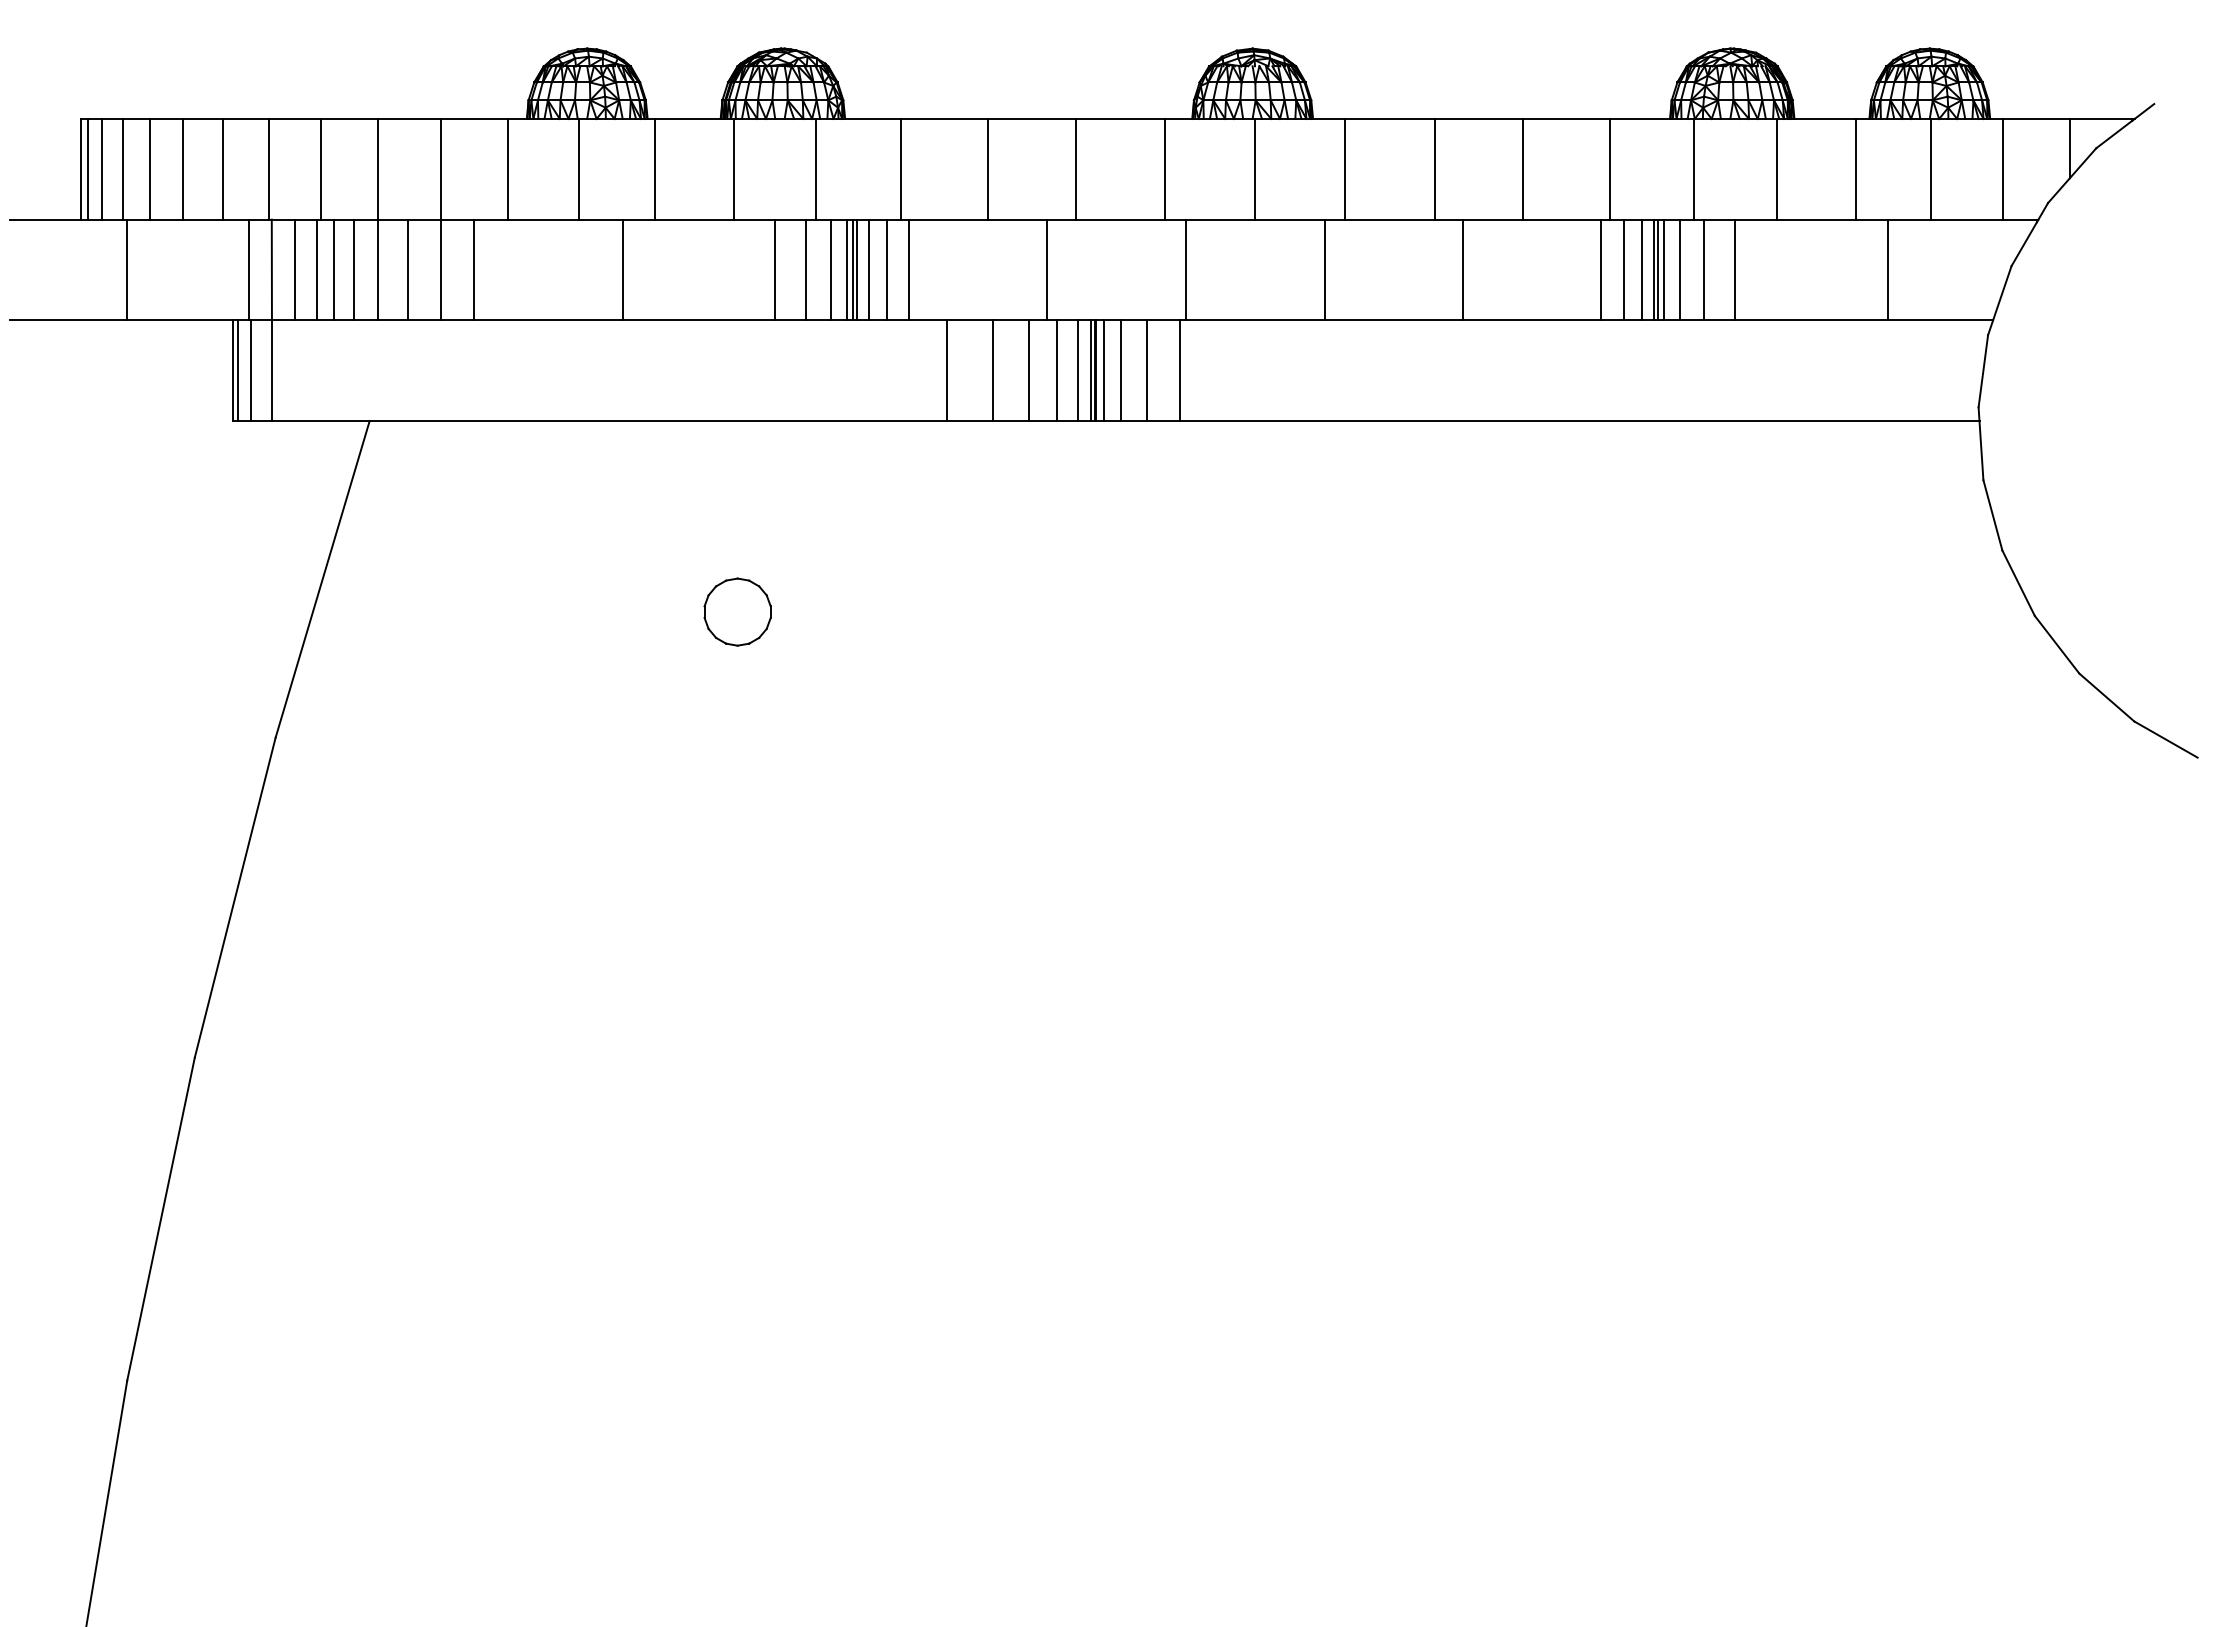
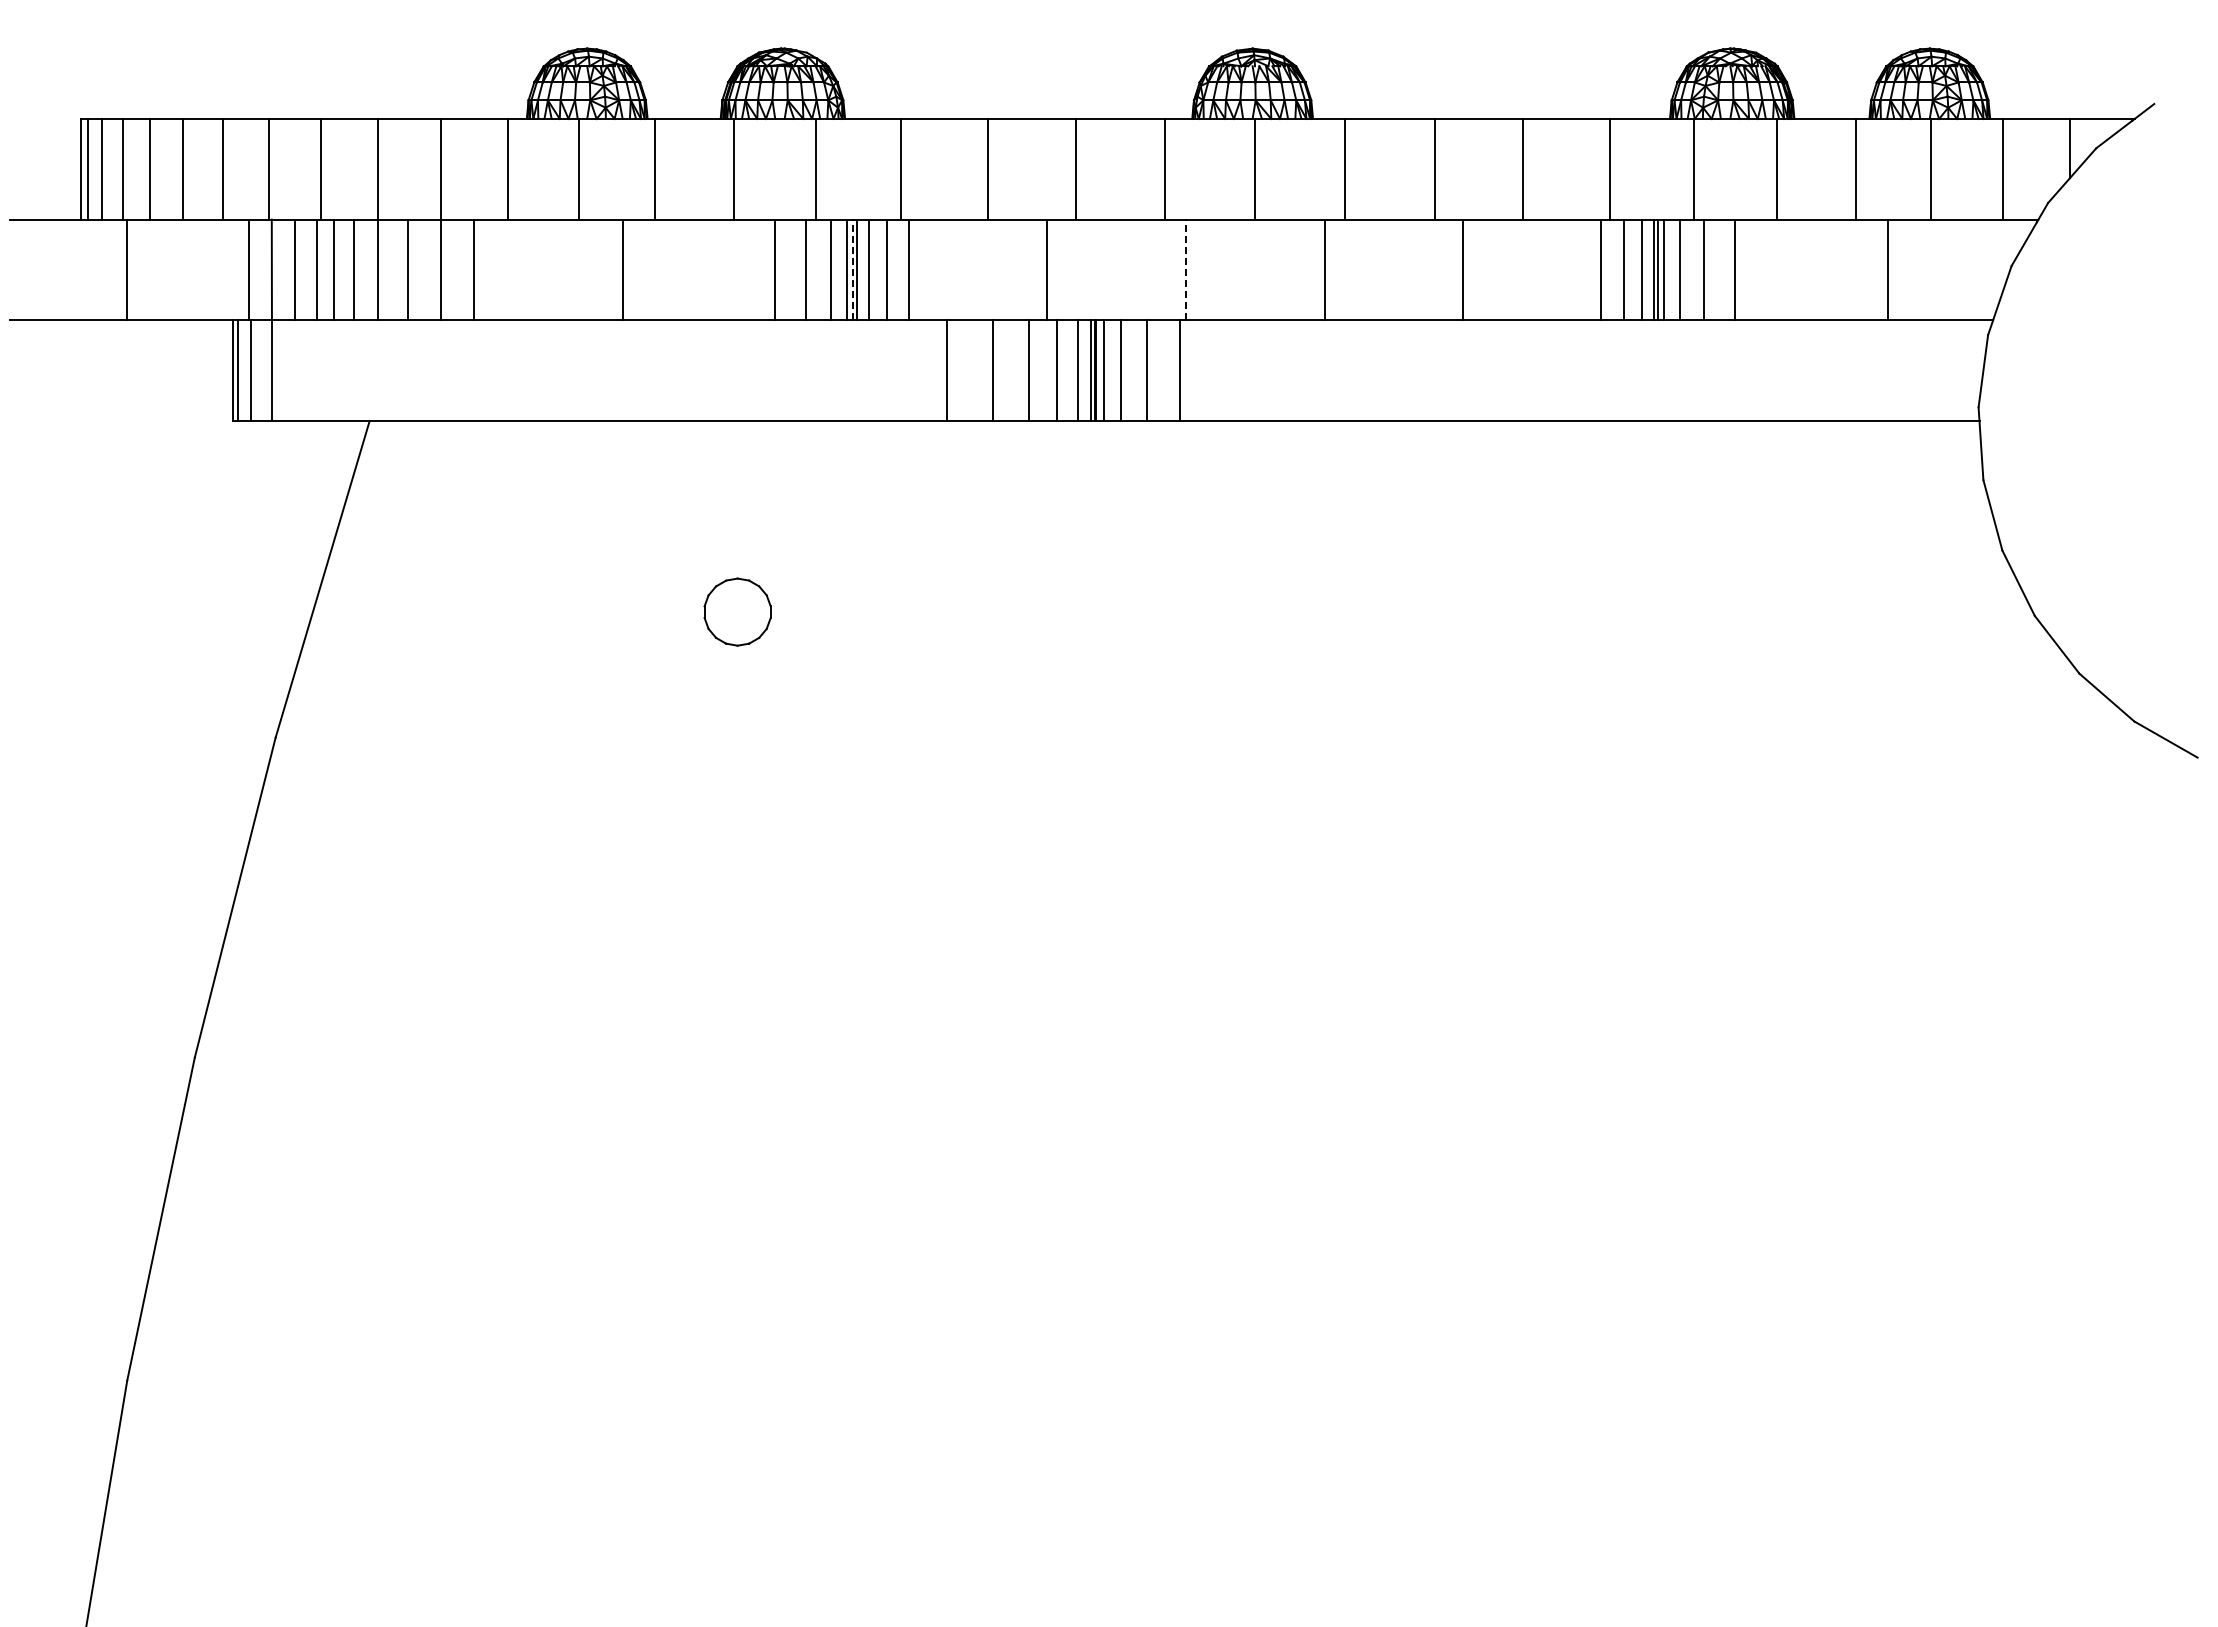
line at (852, 269): solid -> dashed
line at (1185, 269): solid -> dashed
